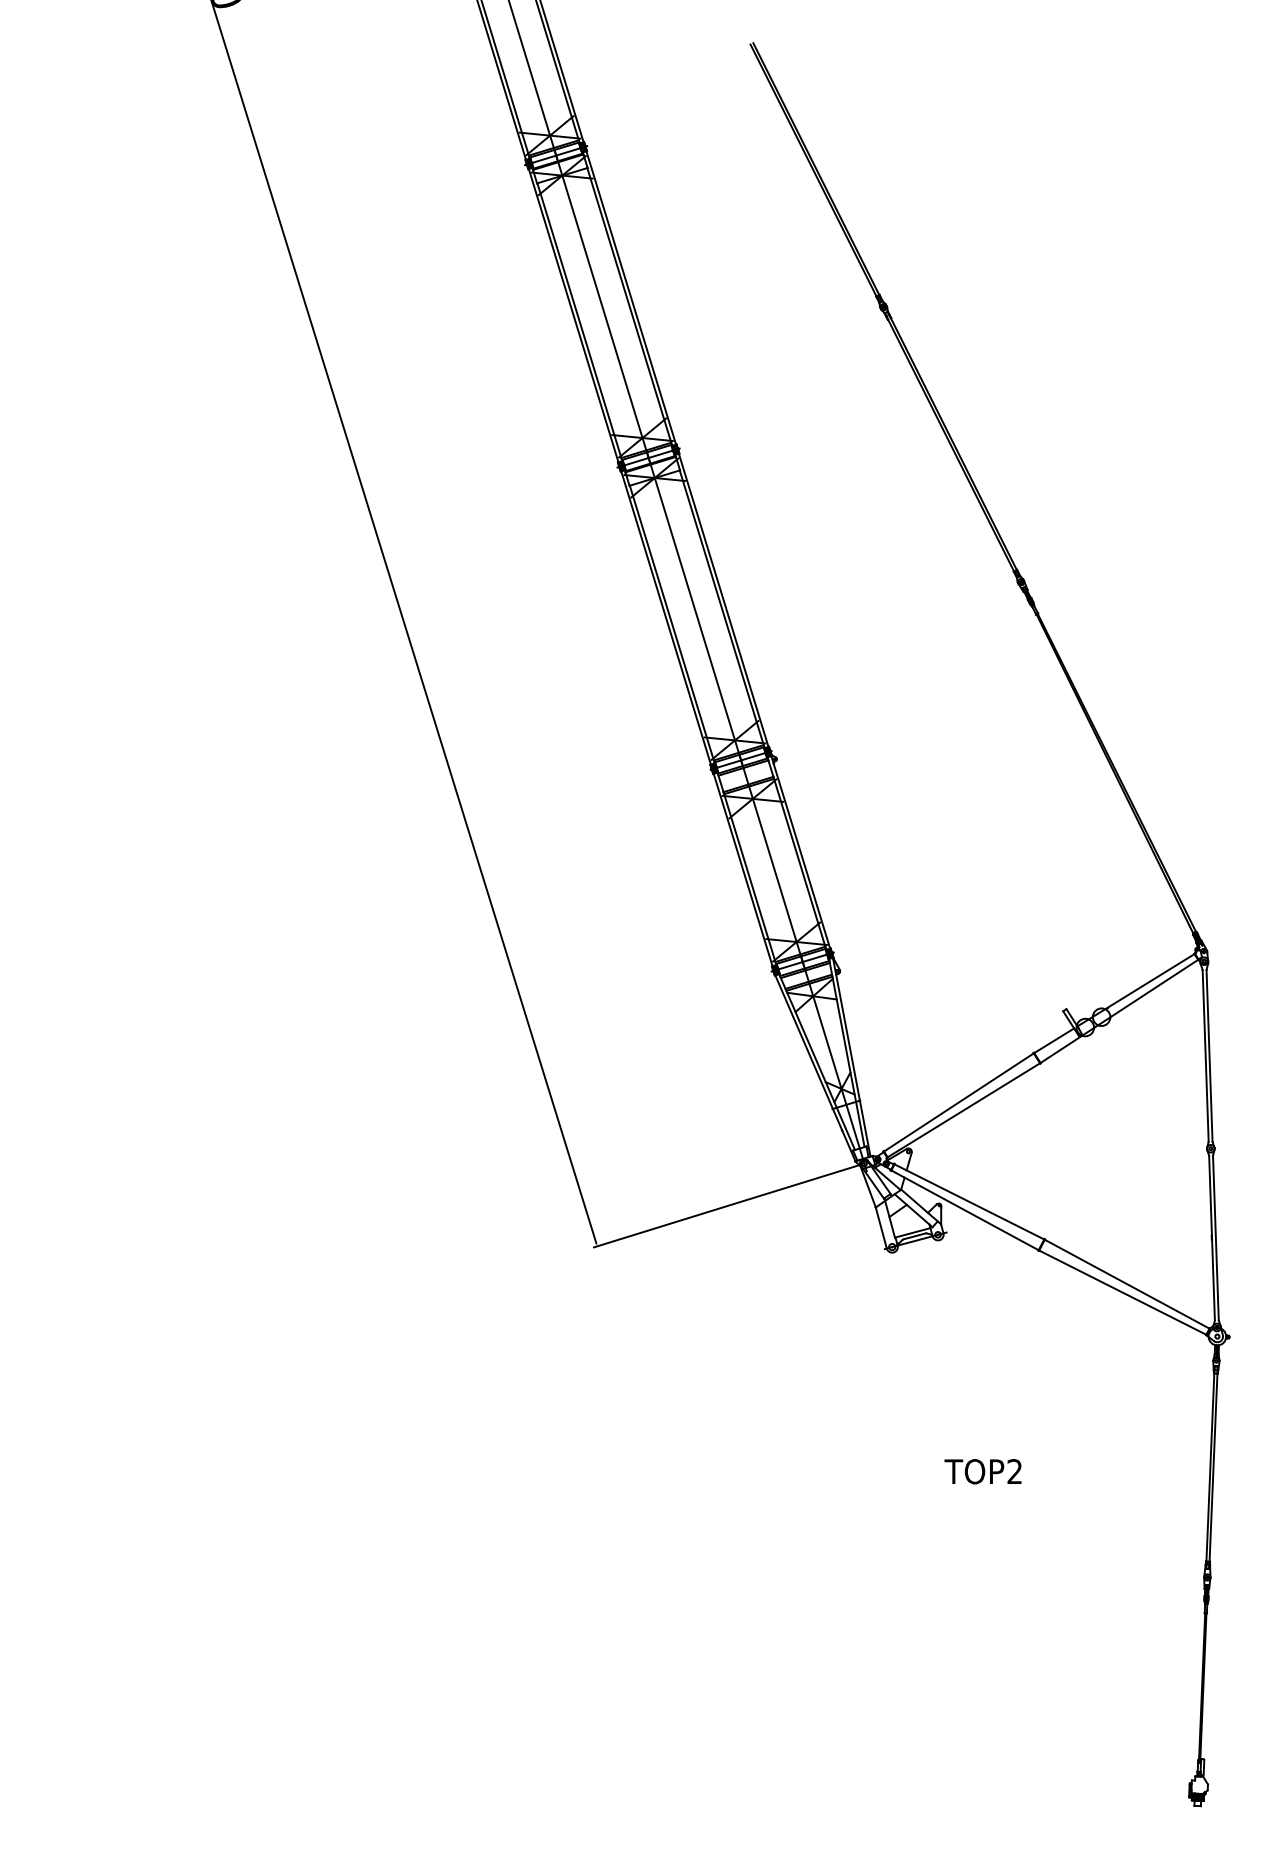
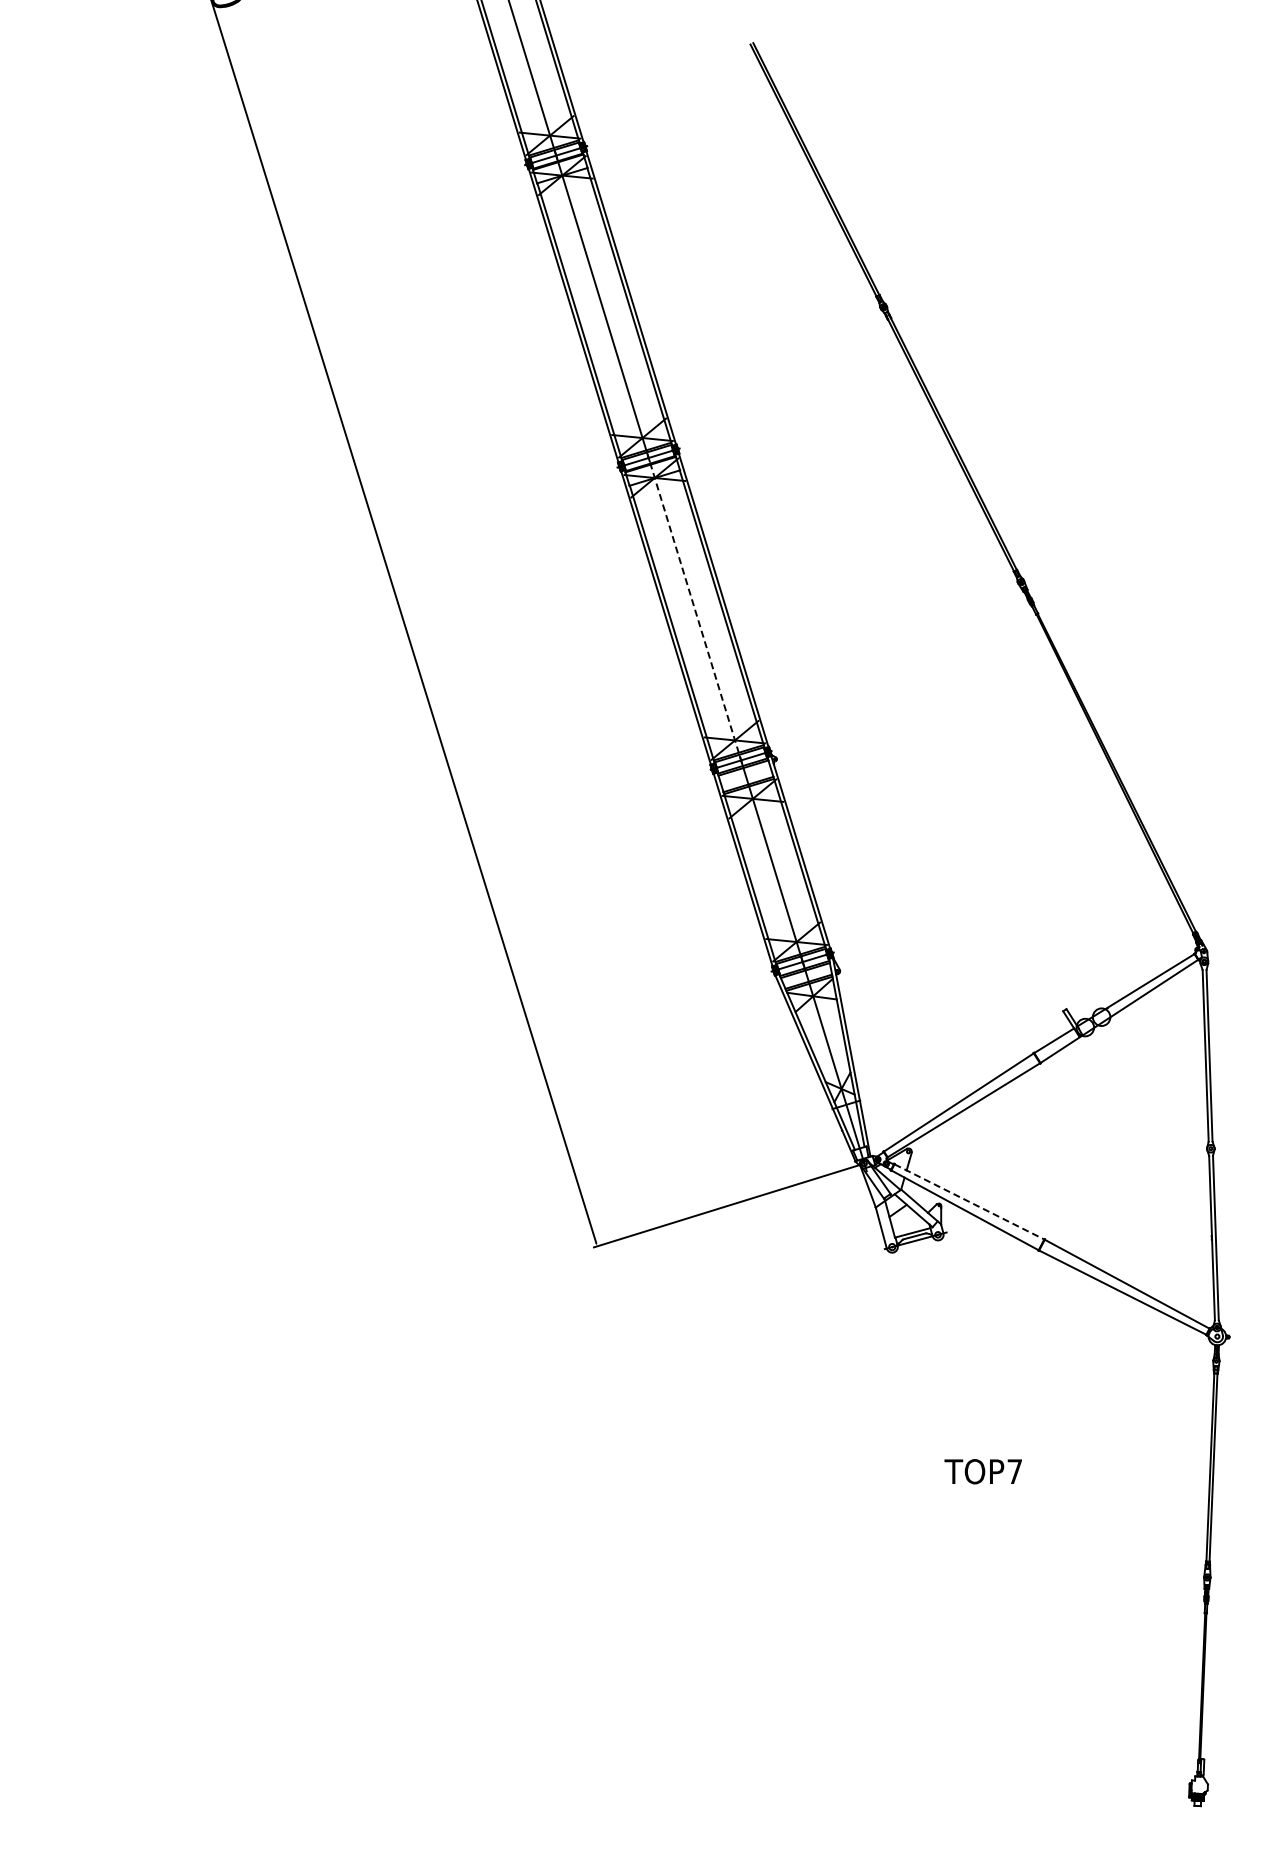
line at (694, 609): solid -> dashed
line at (969, 1201): solid -> dashed
text at (1014, 1471): TOP2 -> TOP7
